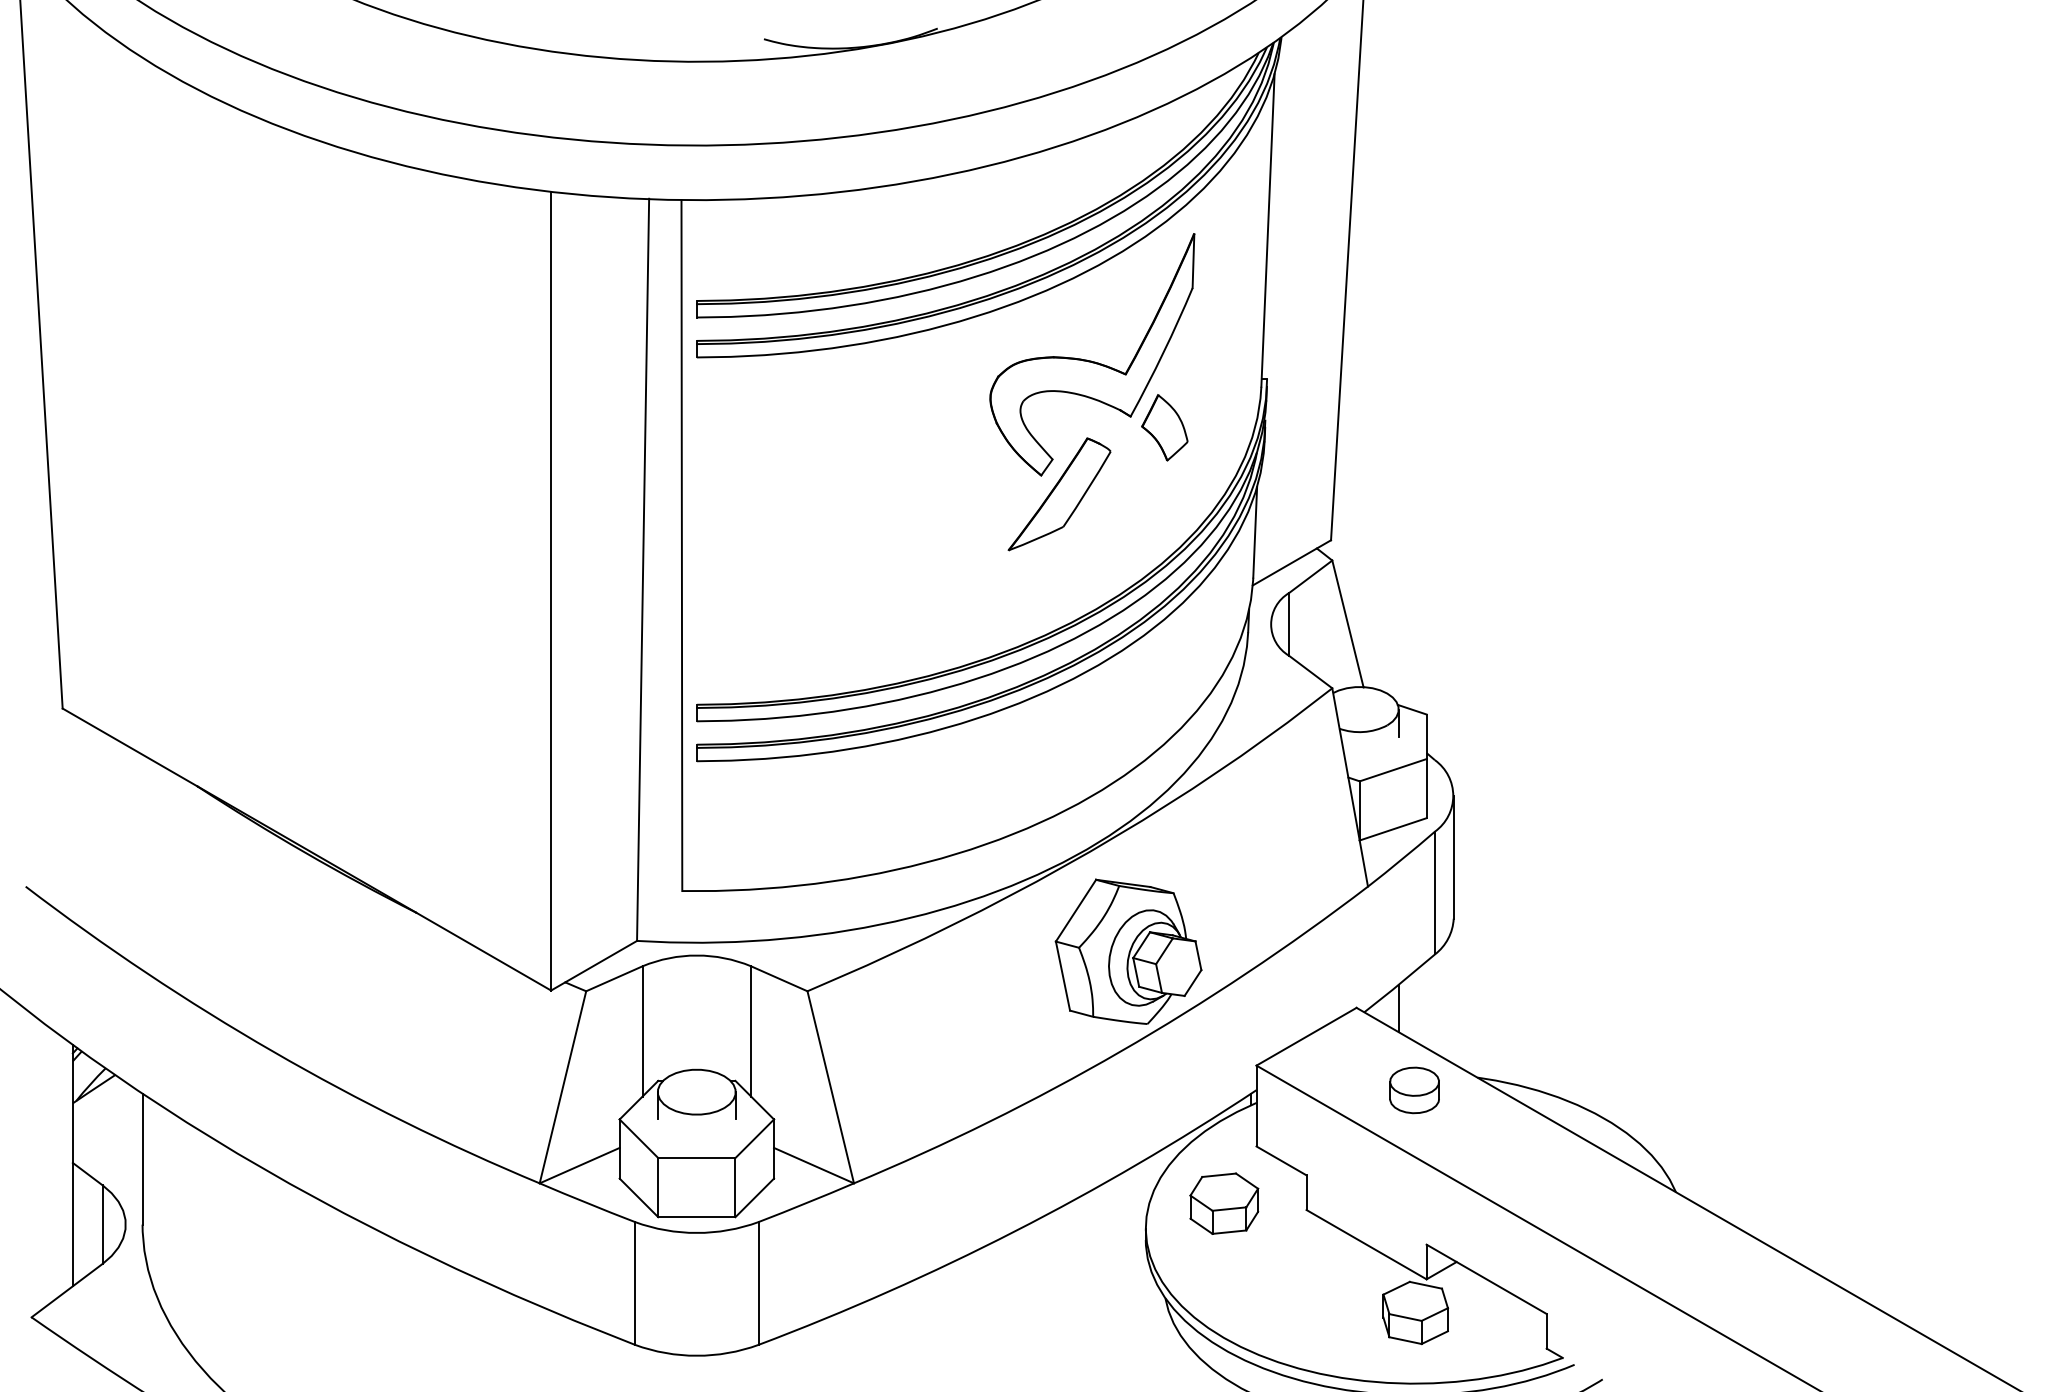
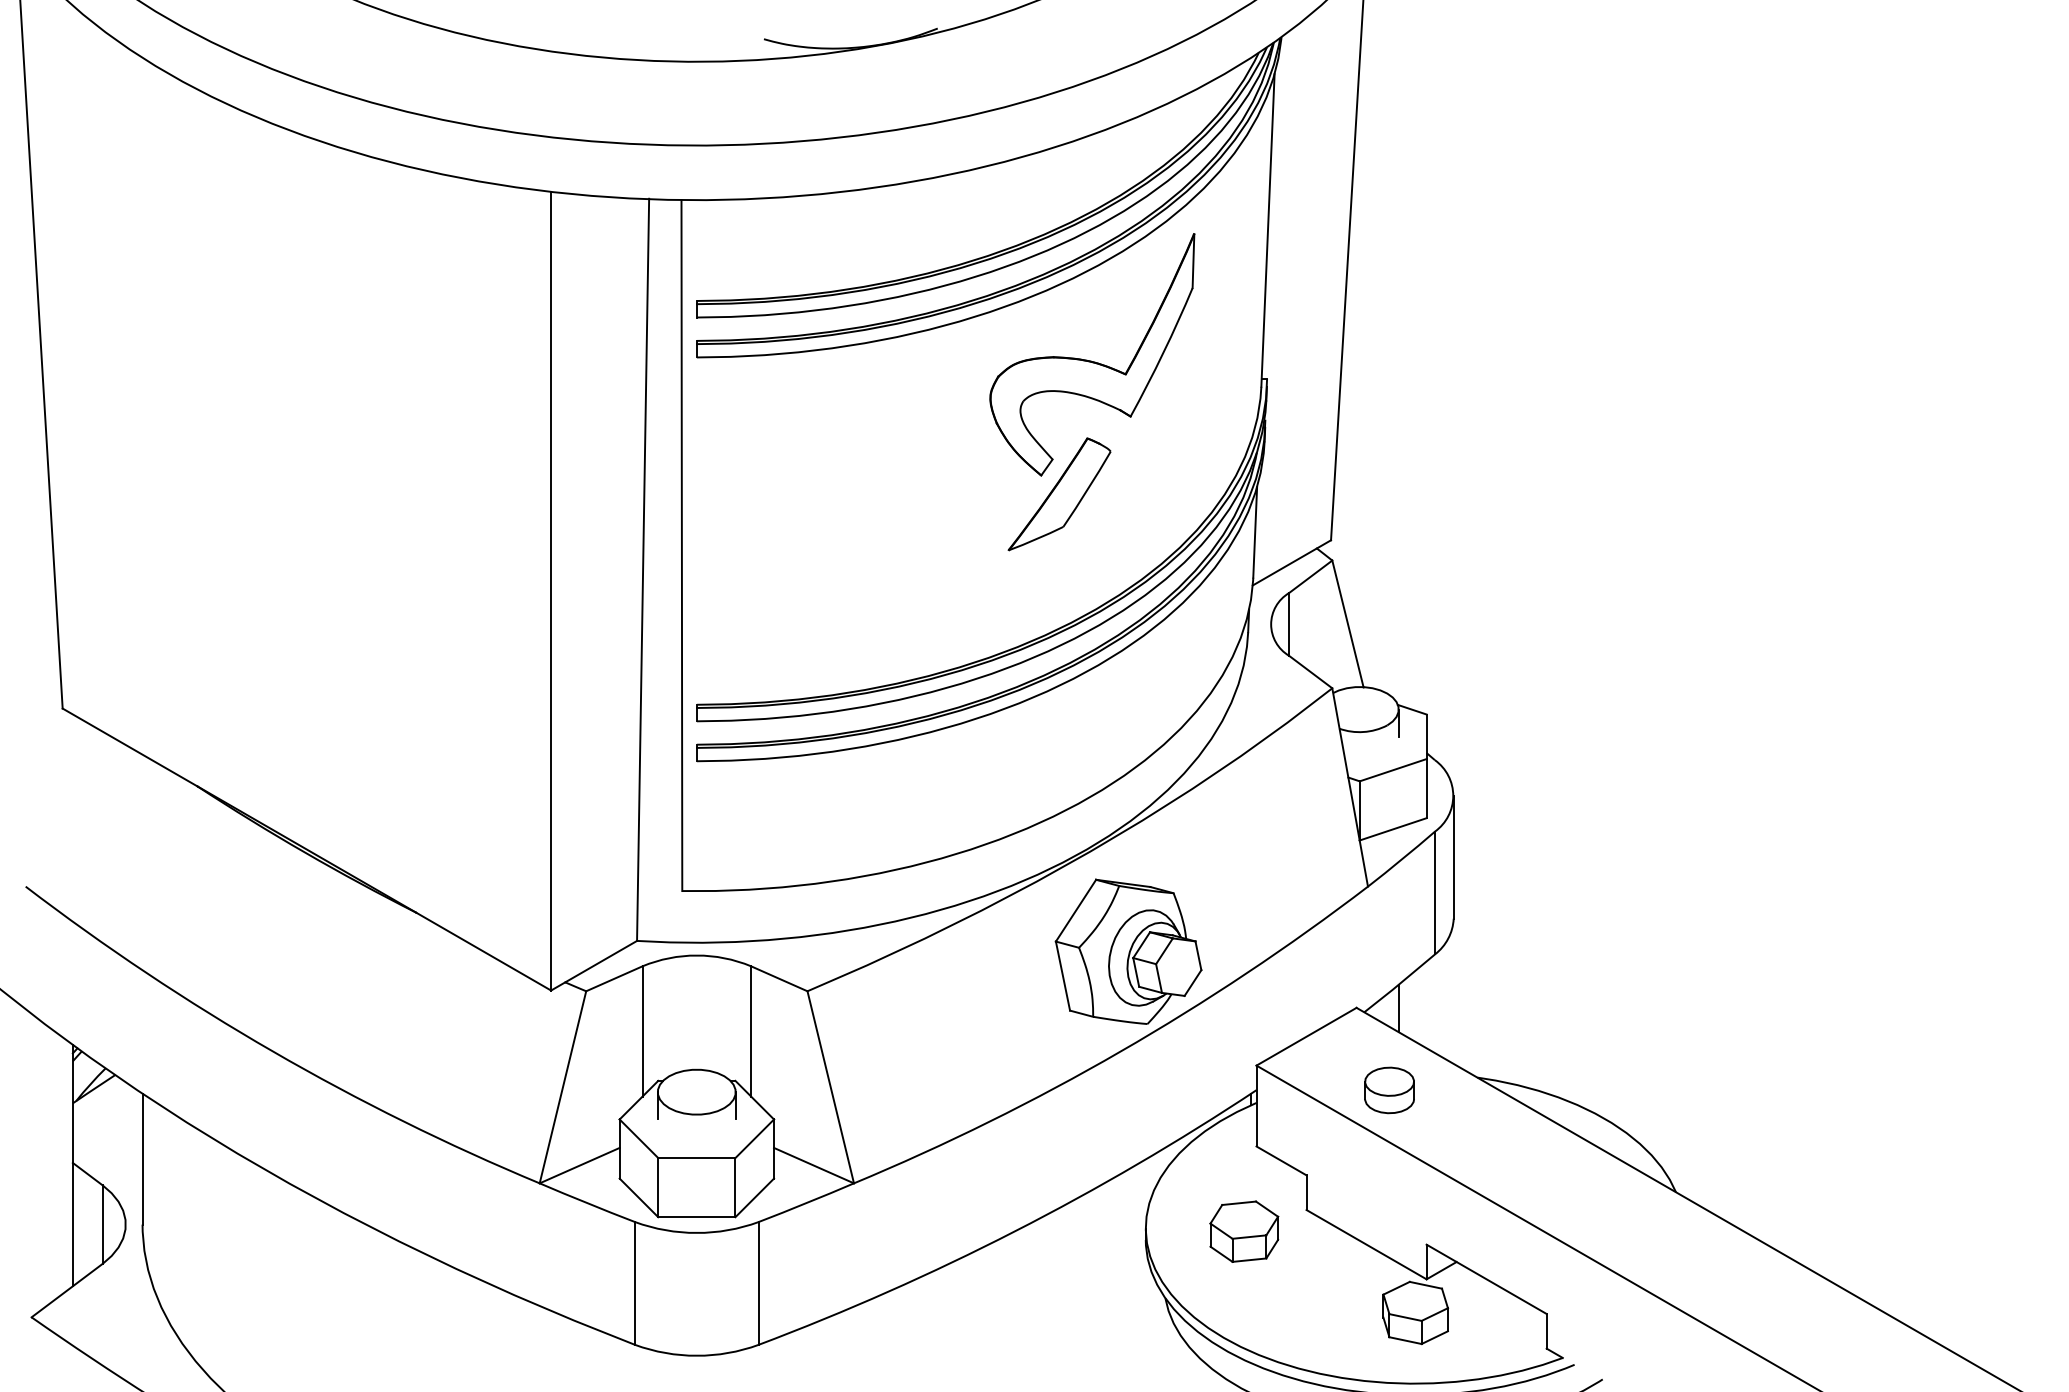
part at (1164, 427): present -> none
part at (1414, 1090) position: (1414, 1090) -> (1389, 1090)
part at (1224, 1203) position: (1224, 1203) -> (1244, 1231)
